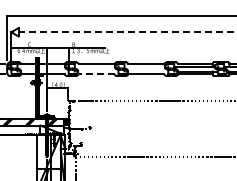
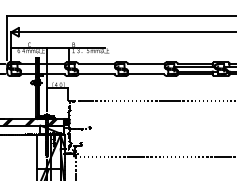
line at (123, 32): dashed -> solid
line at (96, 74): dashed -> solid
